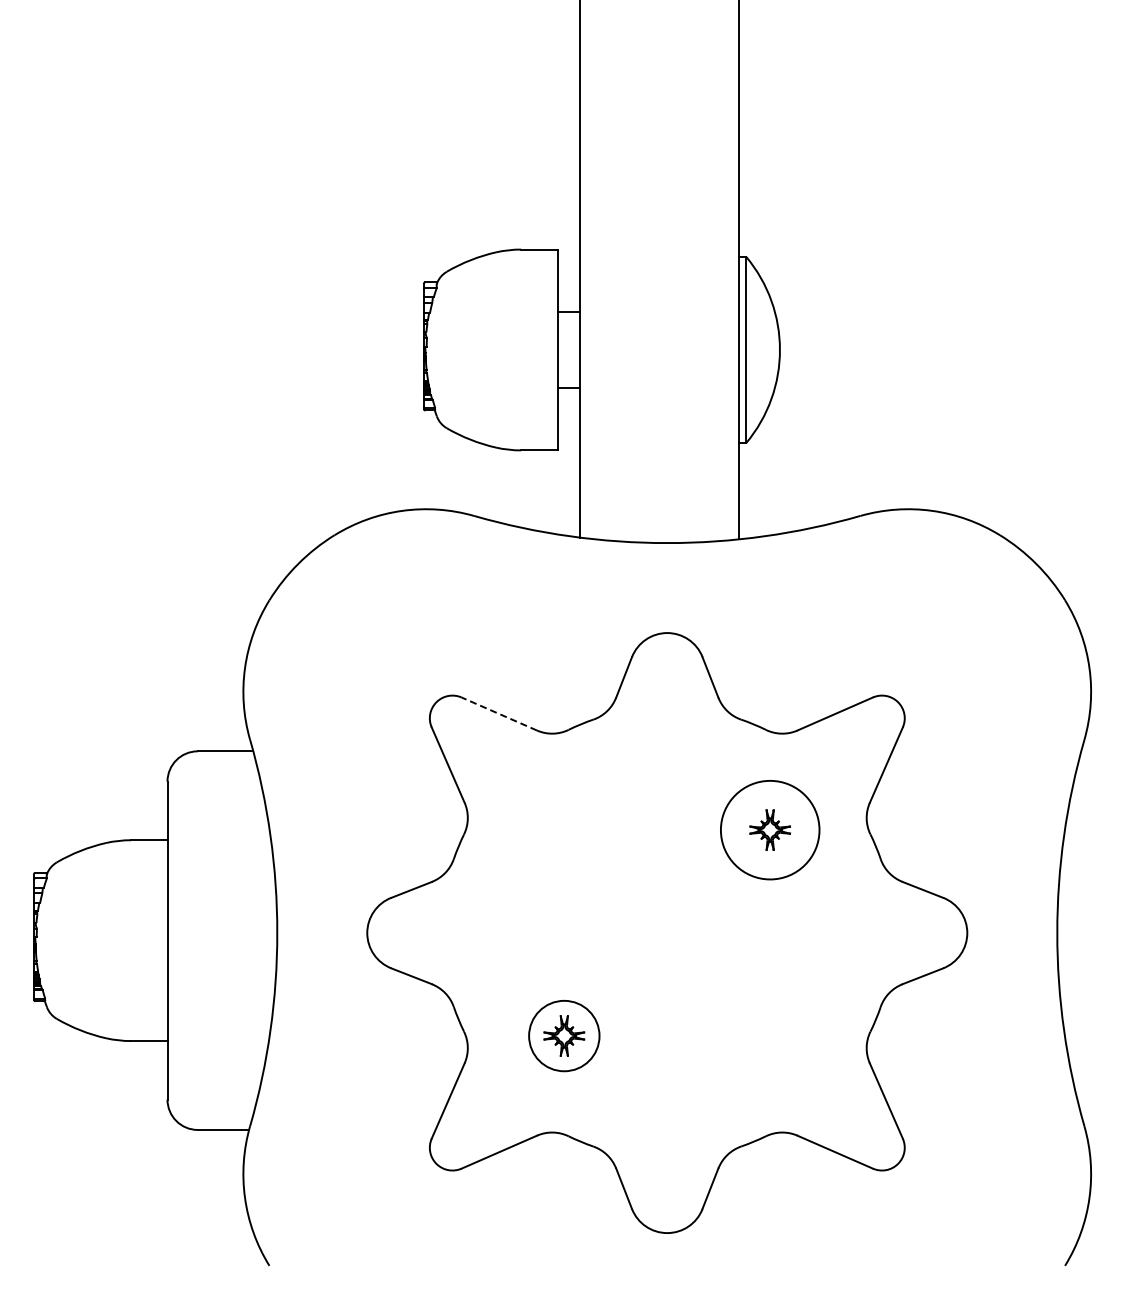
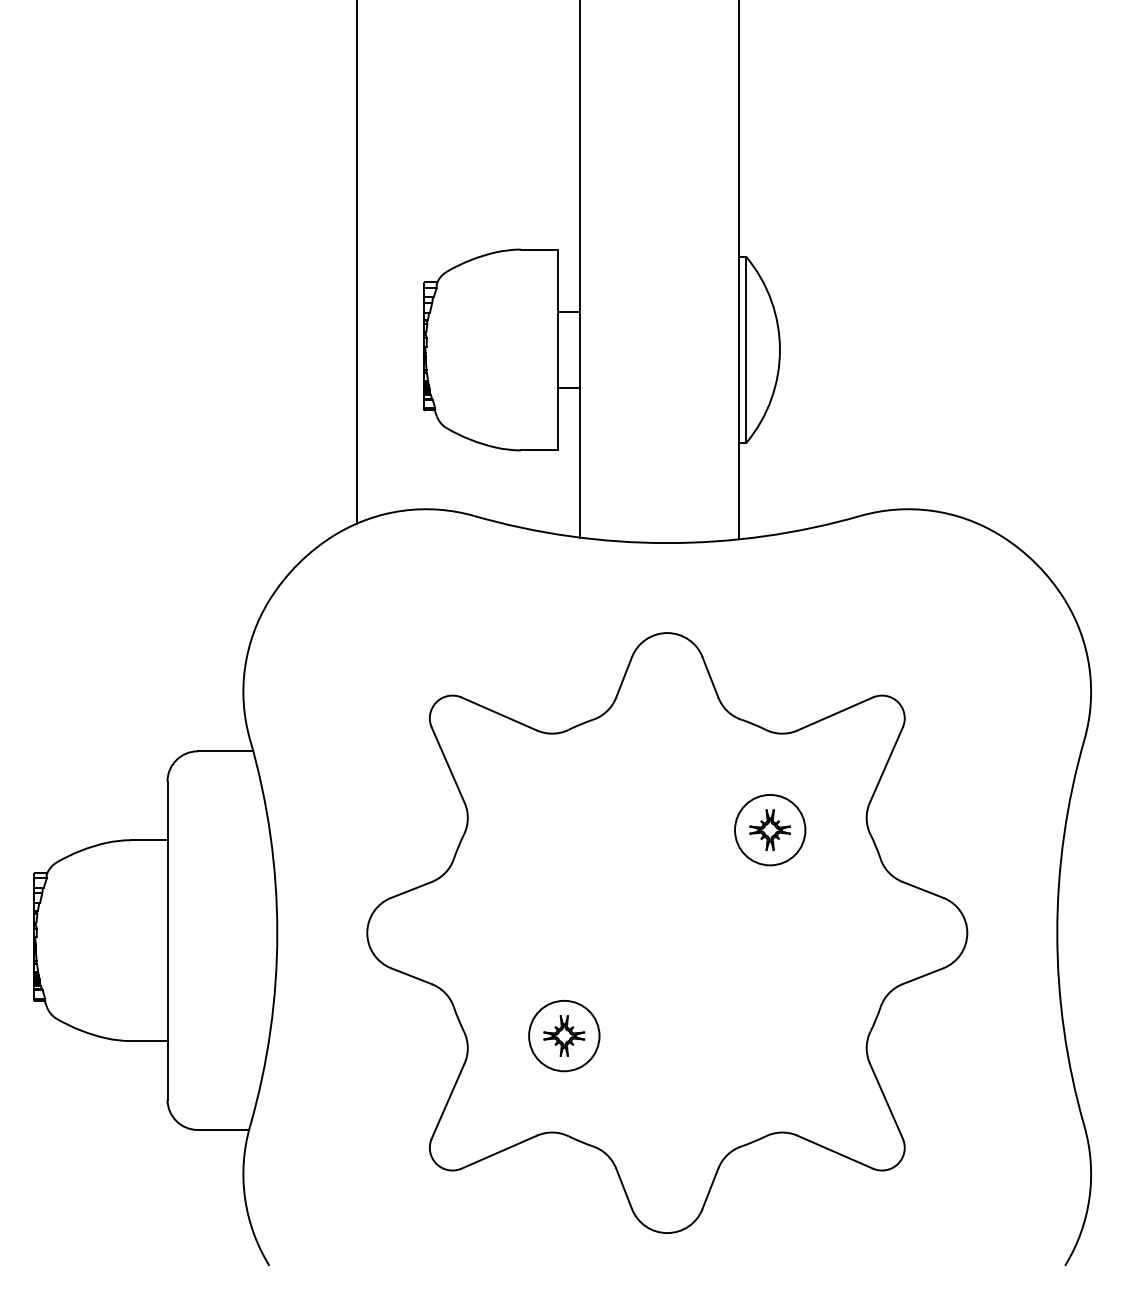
line at (356, 262): none -> present
line at (498, 713): dashed -> solid
circle at (769, 829) diameter: 99 px -> 70 px
